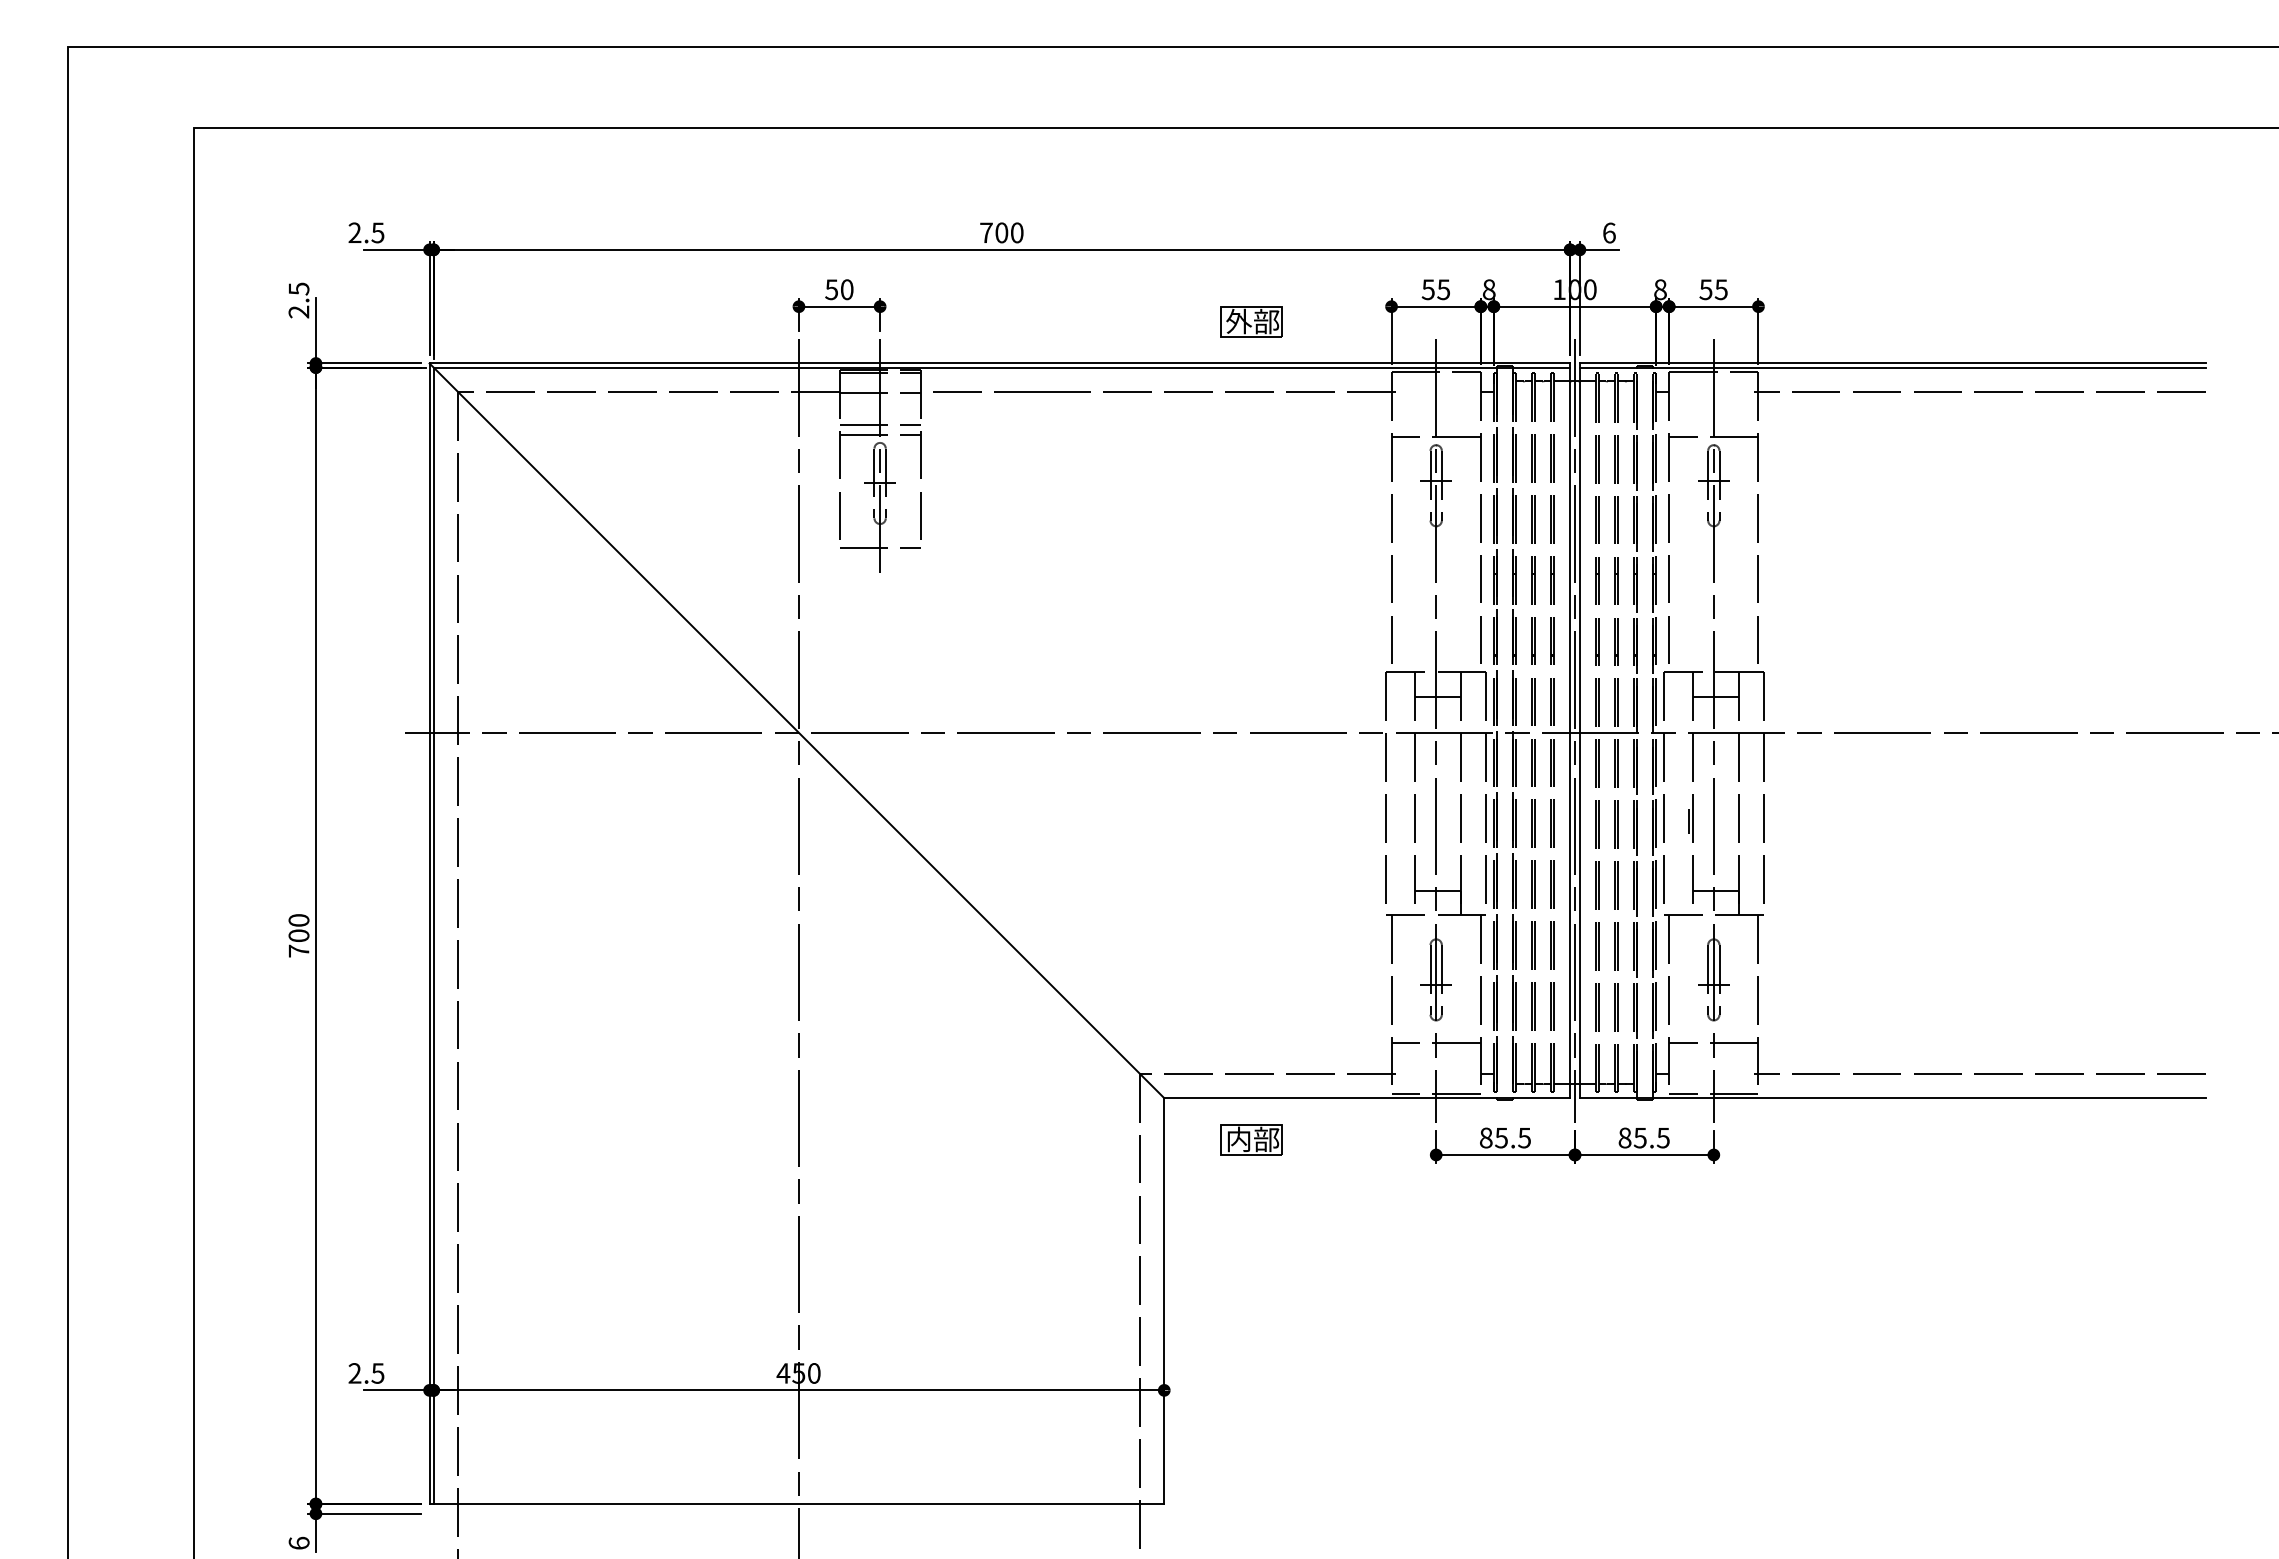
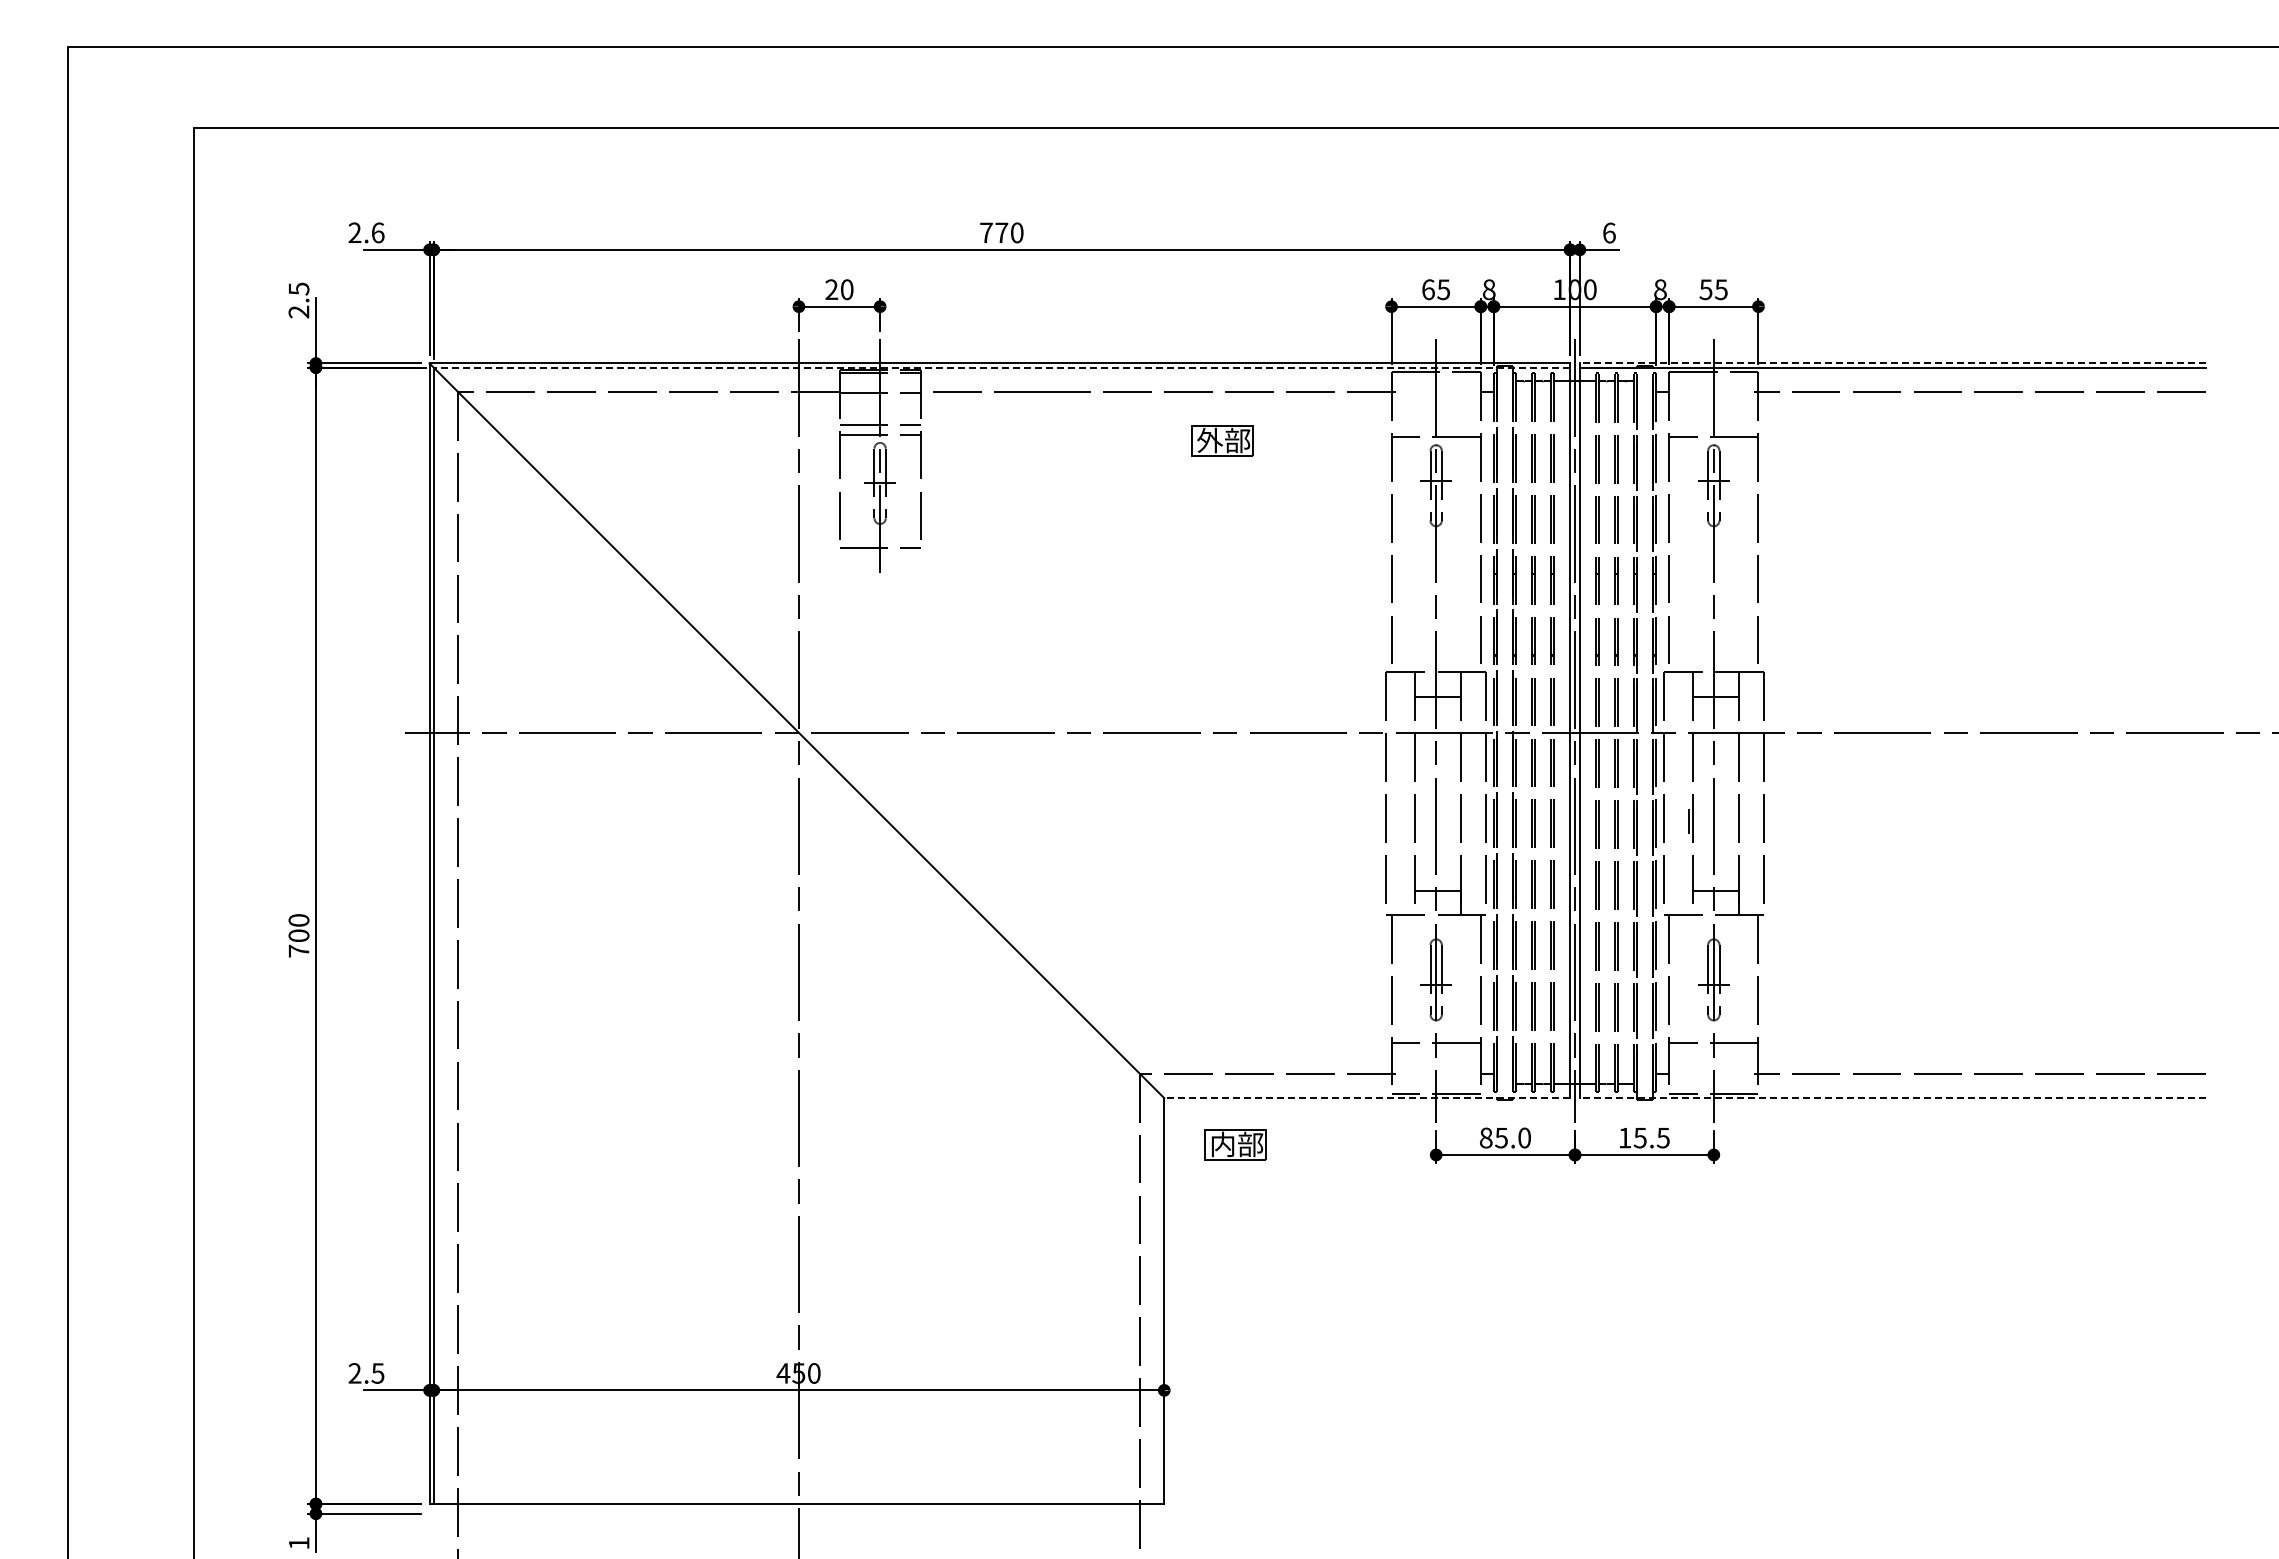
text at (377, 232): 2.5 -> 2.6
text at (1001, 232): 700 -> 770
text at (831, 289): 50 -> 20
text at (1427, 289): 55 -> 65
part at (1251, 321) position: (1251, 321) -> (1222, 440)
line at (1892, 363): solid -> dashed
line at (1001, 367): solid -> dashed
line at (1367, 1098): solid -> dashed
line at (1892, 1098): solid -> dashed
text at (1524, 1137): 85.5 -> 85.0
text at (1624, 1137): 85.5 -> 15.5
part at (1251, 1139) position: (1251, 1139) -> (1235, 1144)
text at (298, 1542): 6 -> 1
